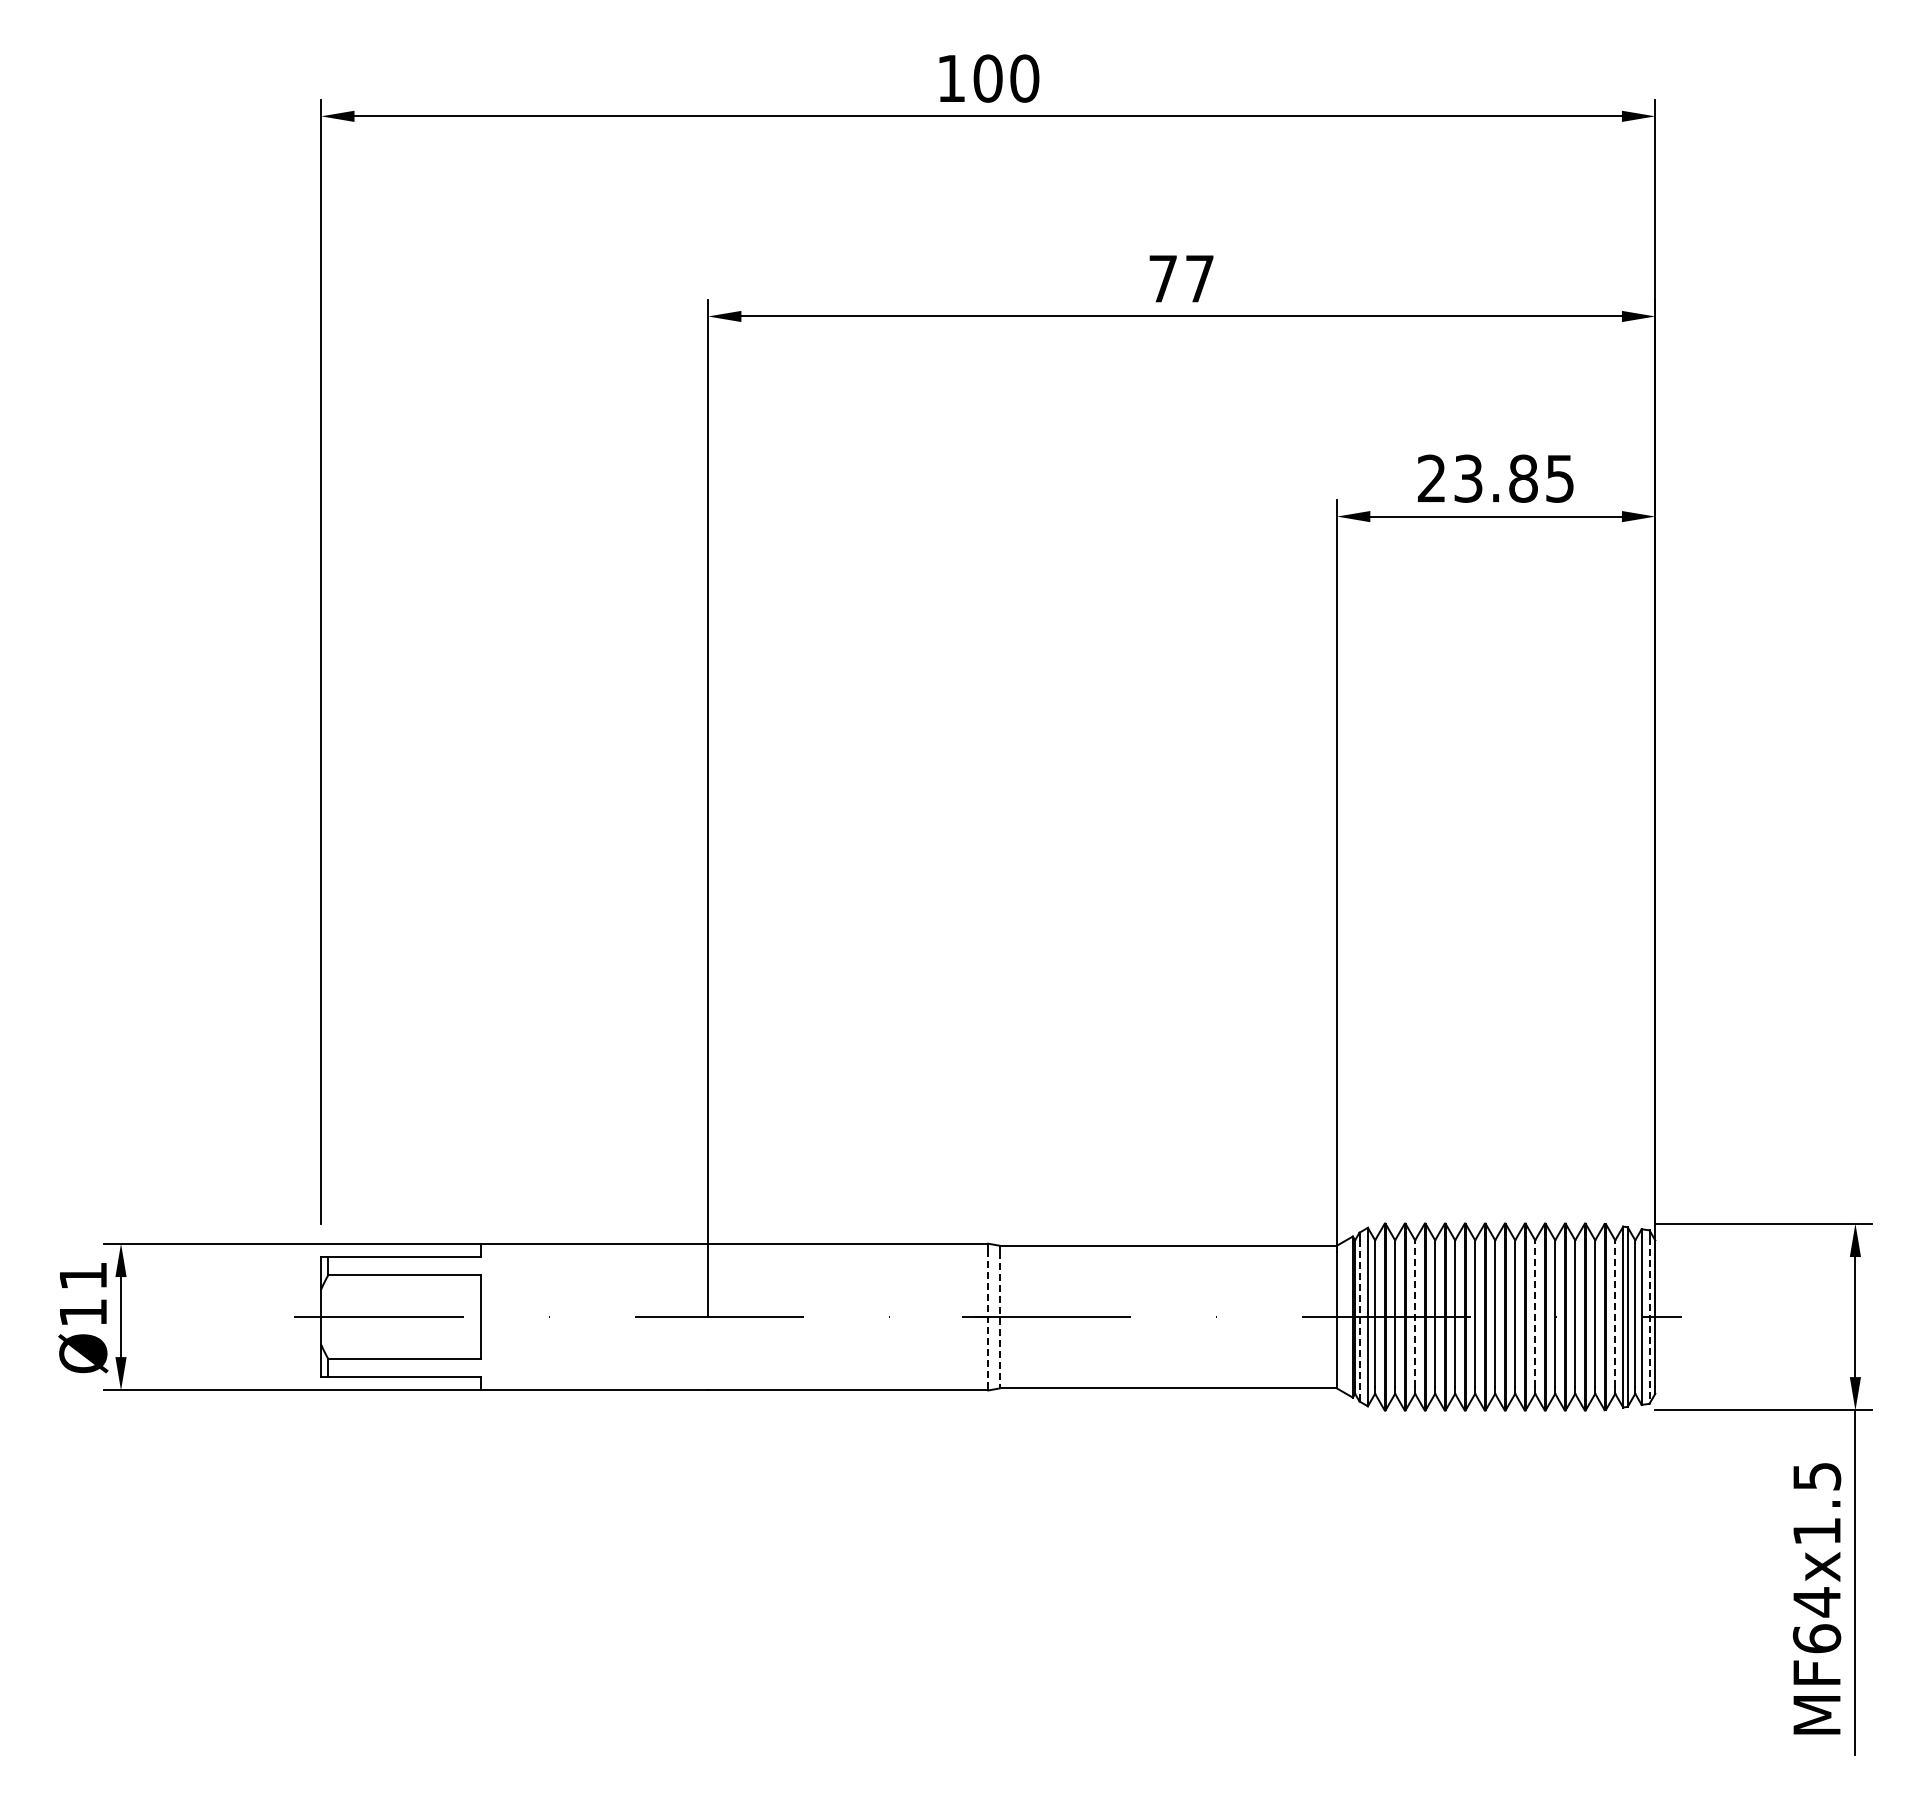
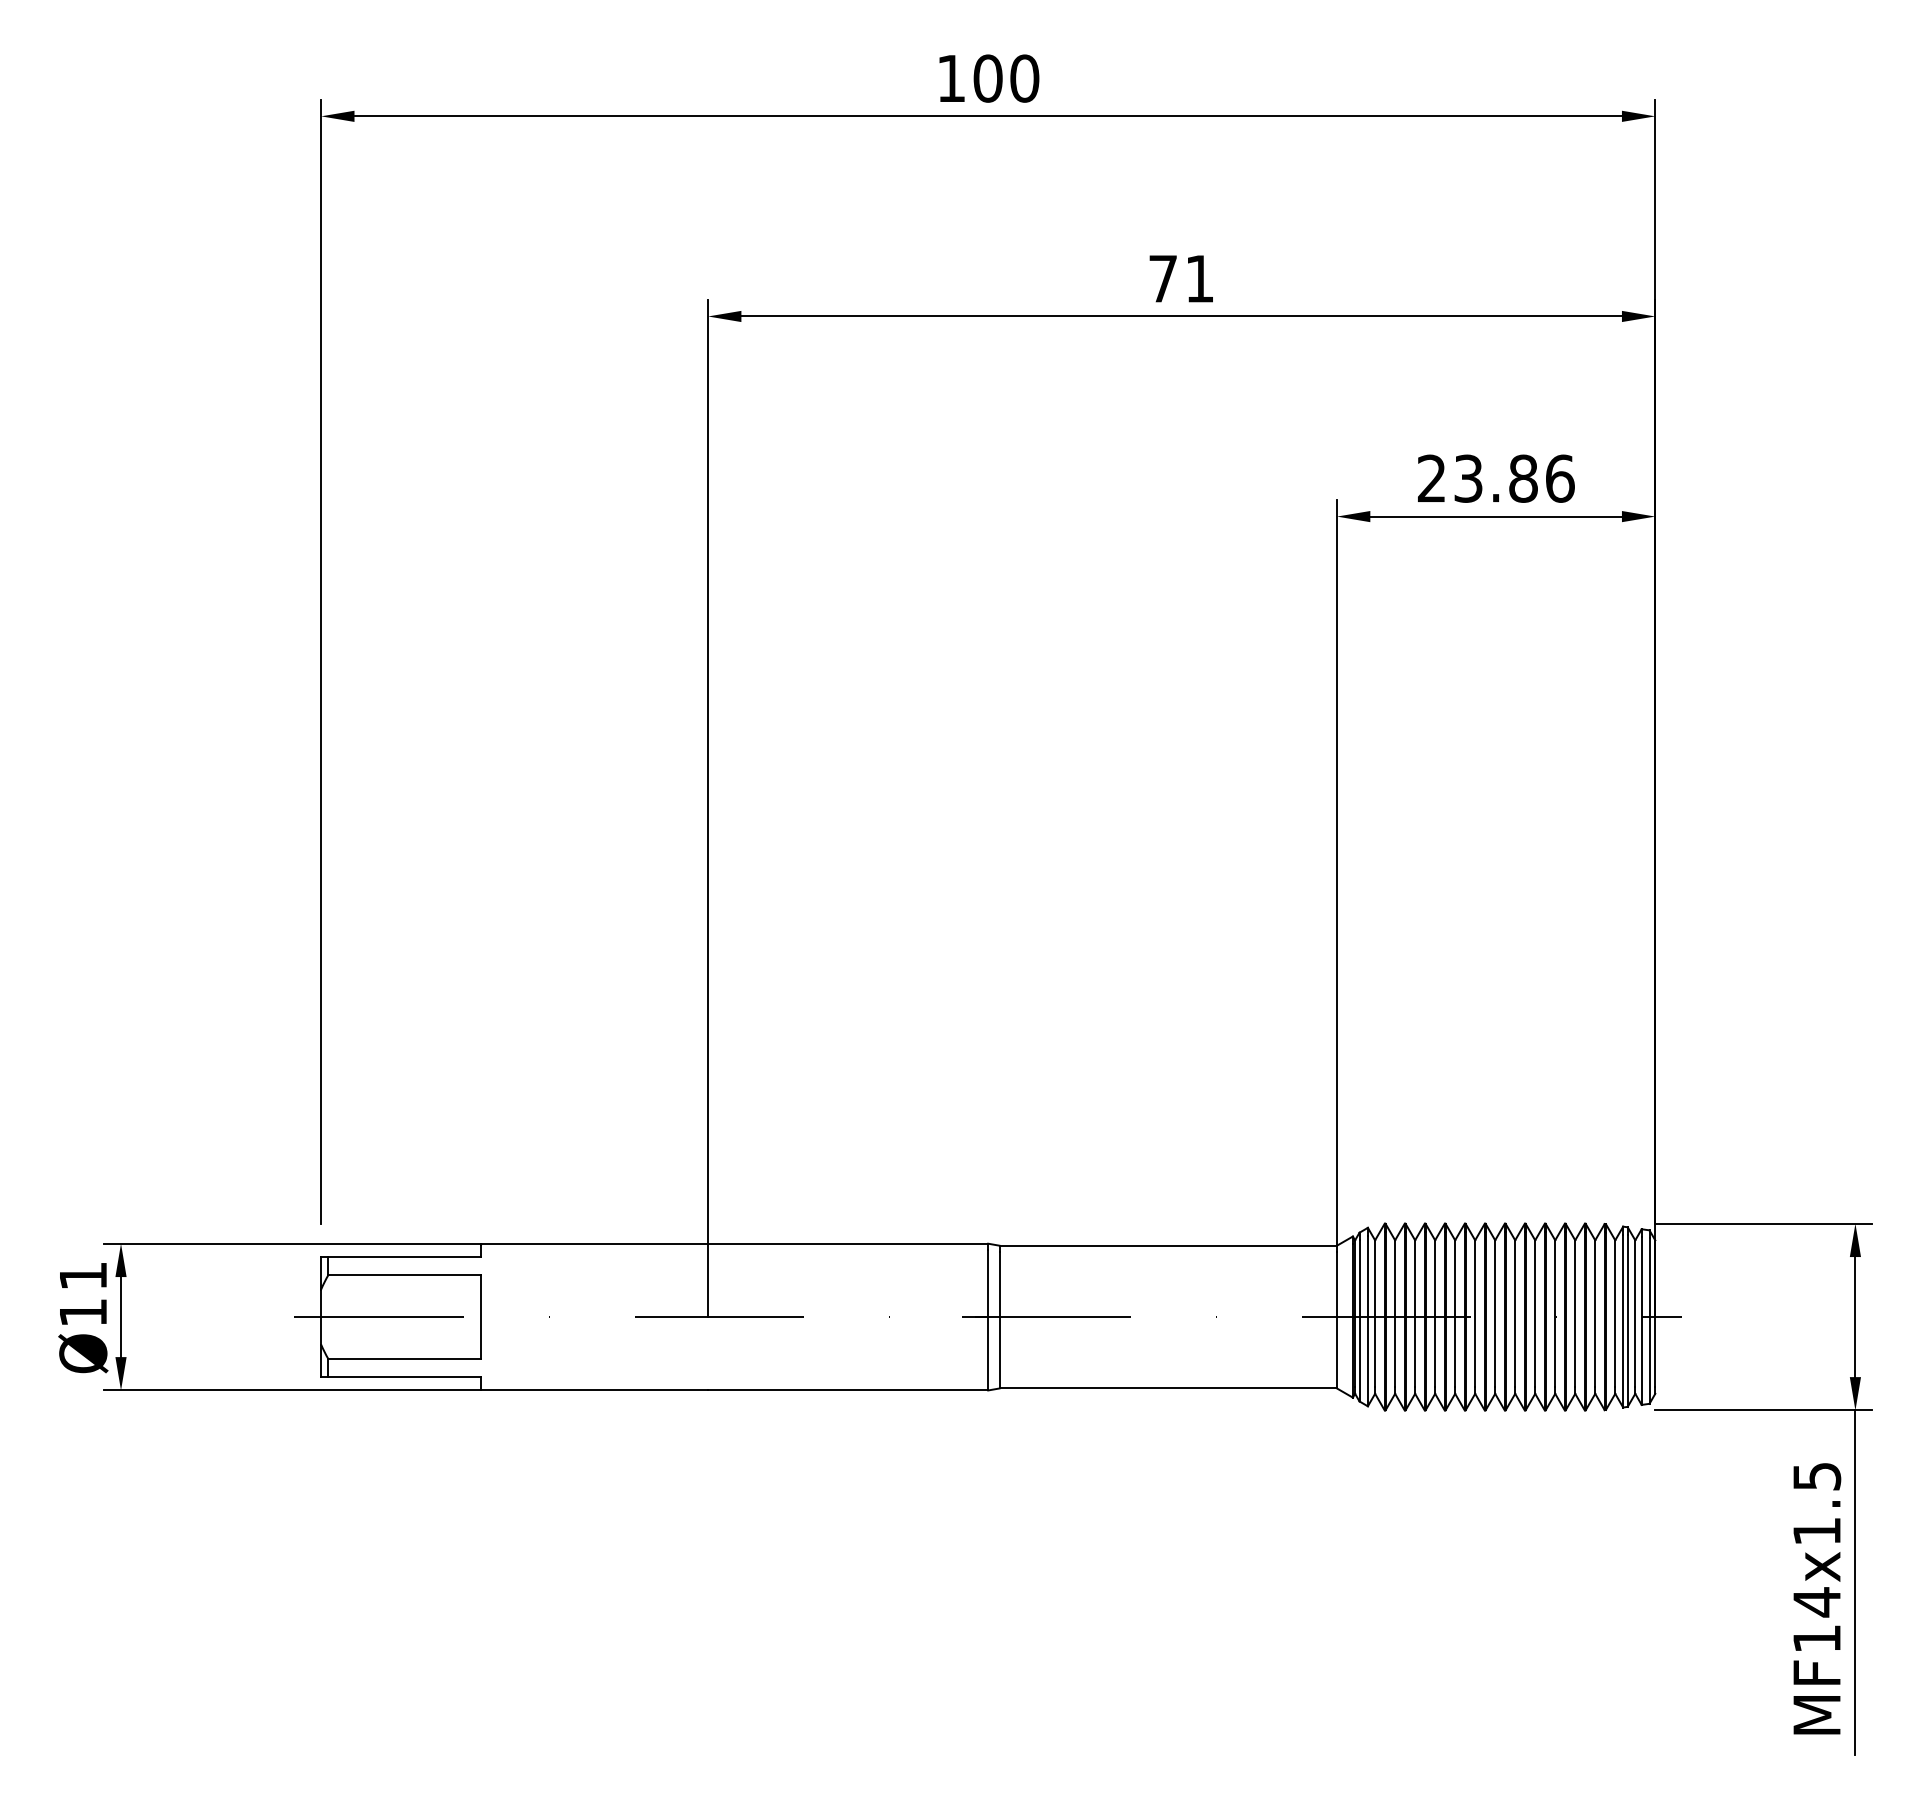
text at (1199, 278): 77 -> 71
text at (1560, 478): 23.85 -> 23.86
line at (1415, 1313): dashed -> solid
line at (1535, 1313): dashed -> solid
line at (1615, 1313): dashed -> solid
line at (988, 1320): dashed -> solid
line at (999, 1320): dashed -> solid
line at (1359, 1320): dashed -> solid
line at (1649, 1320): dashed -> solid
text at (1816, 1638): MF64x1.5 -> MF14x1.5
